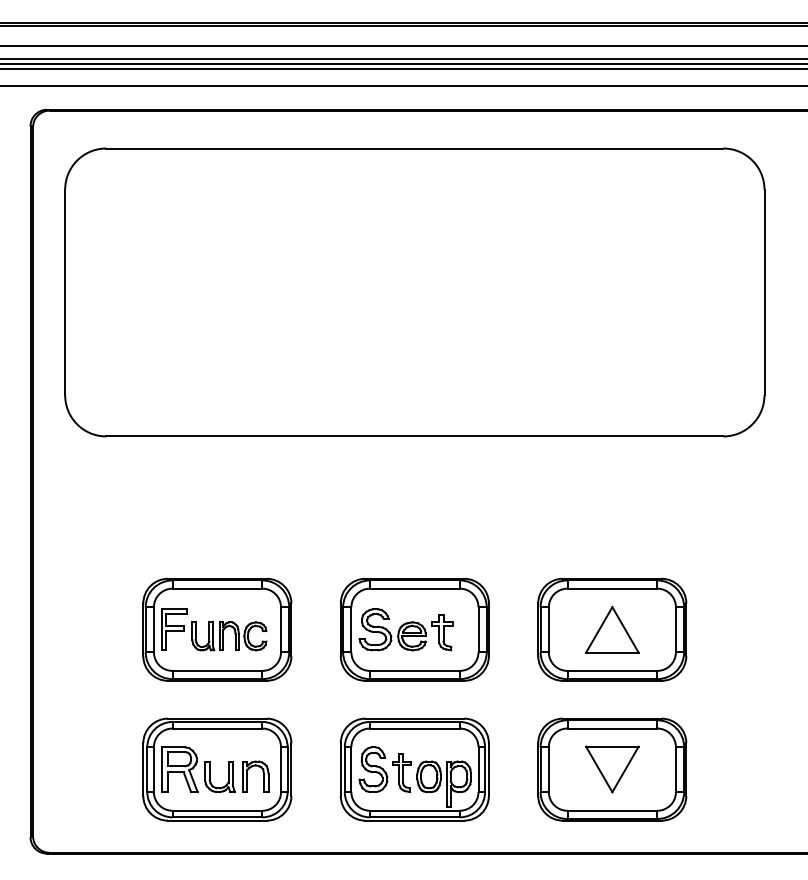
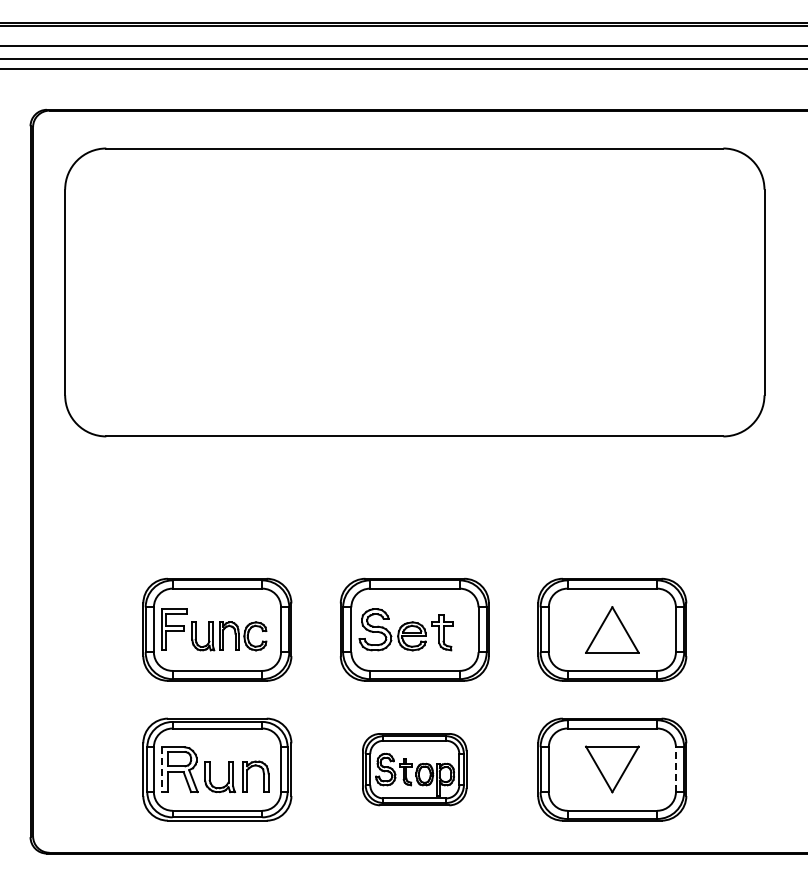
line at (403, 64): present -> none
line at (403, 85): present -> none
part at (414, 769) size: 151x105 px -> 106x74 px
line at (675, 769): solid -> dashed
line at (162, 770): solid -> dashed
